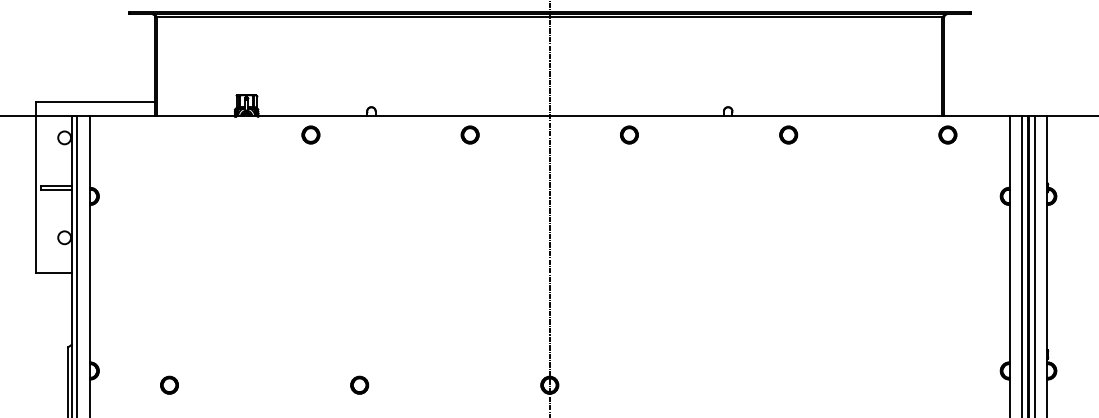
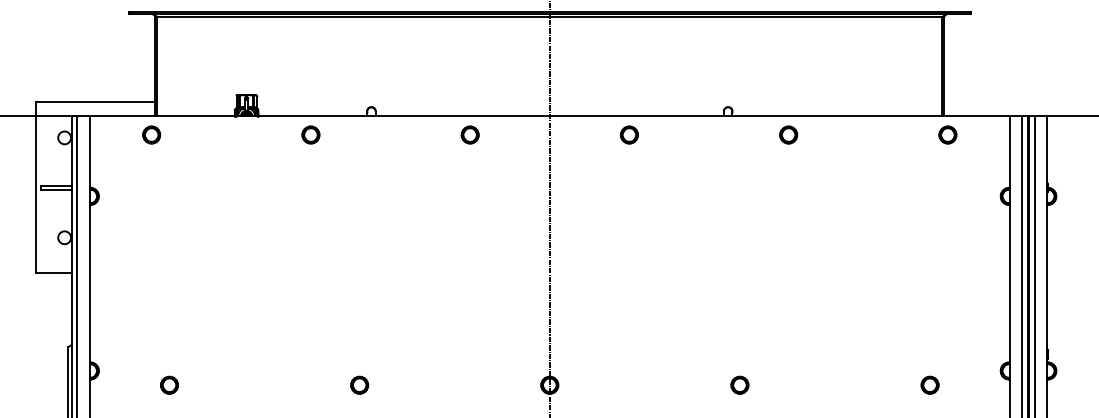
part at (151, 134): none -> present
part at (739, 384): none -> present
part at (929, 384): none -> present
